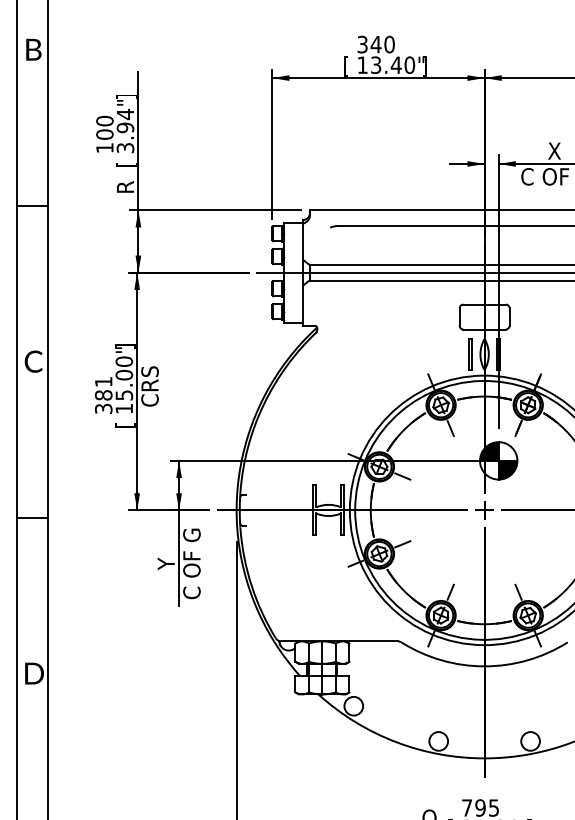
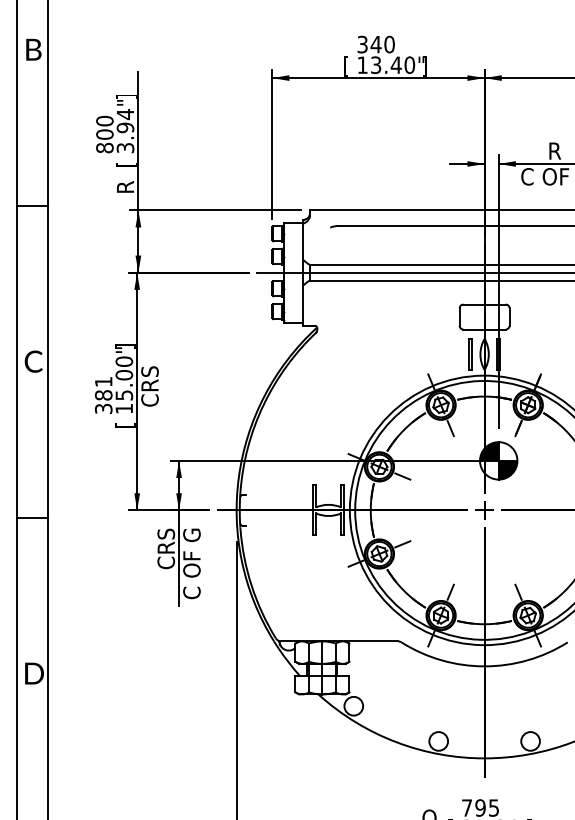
text at (104, 147): 100 -> 800
text at (554, 150): X -> R
text at (166, 549): Y -> CRS
